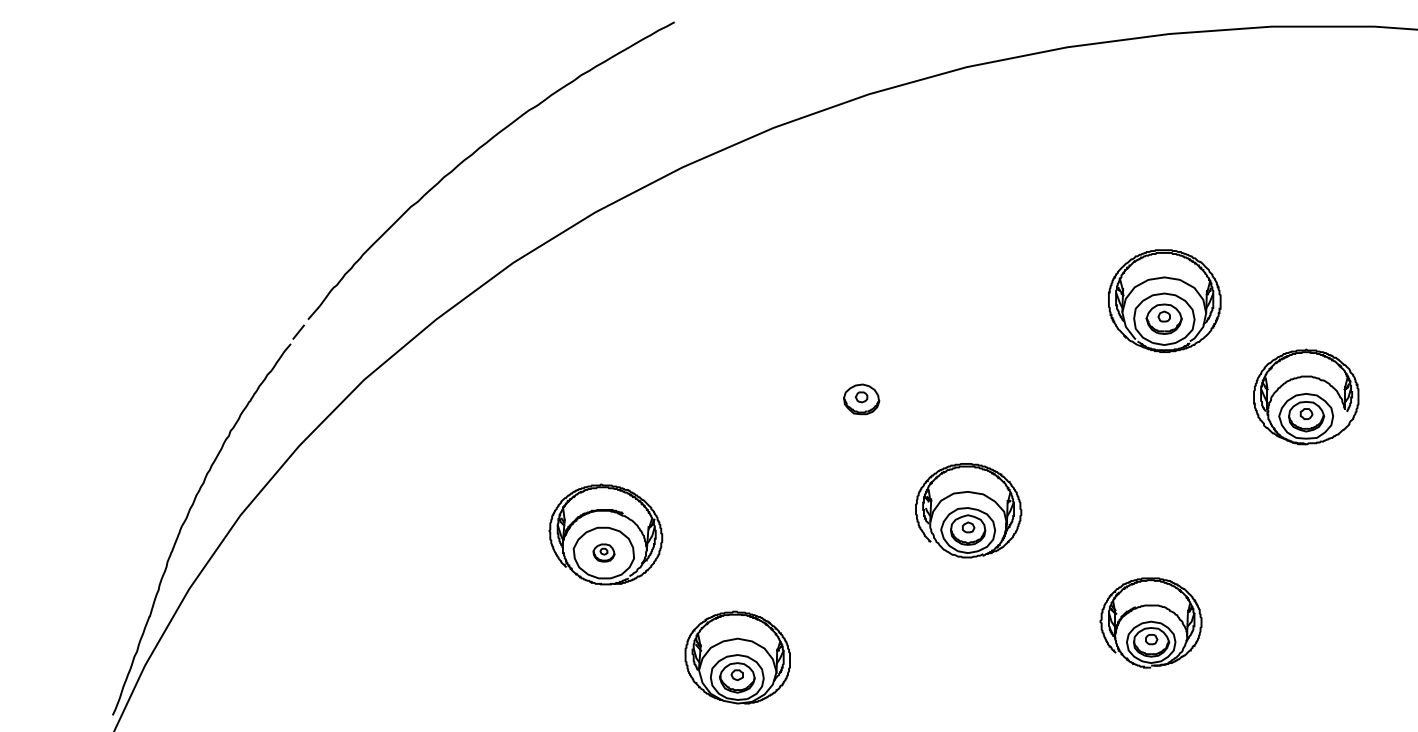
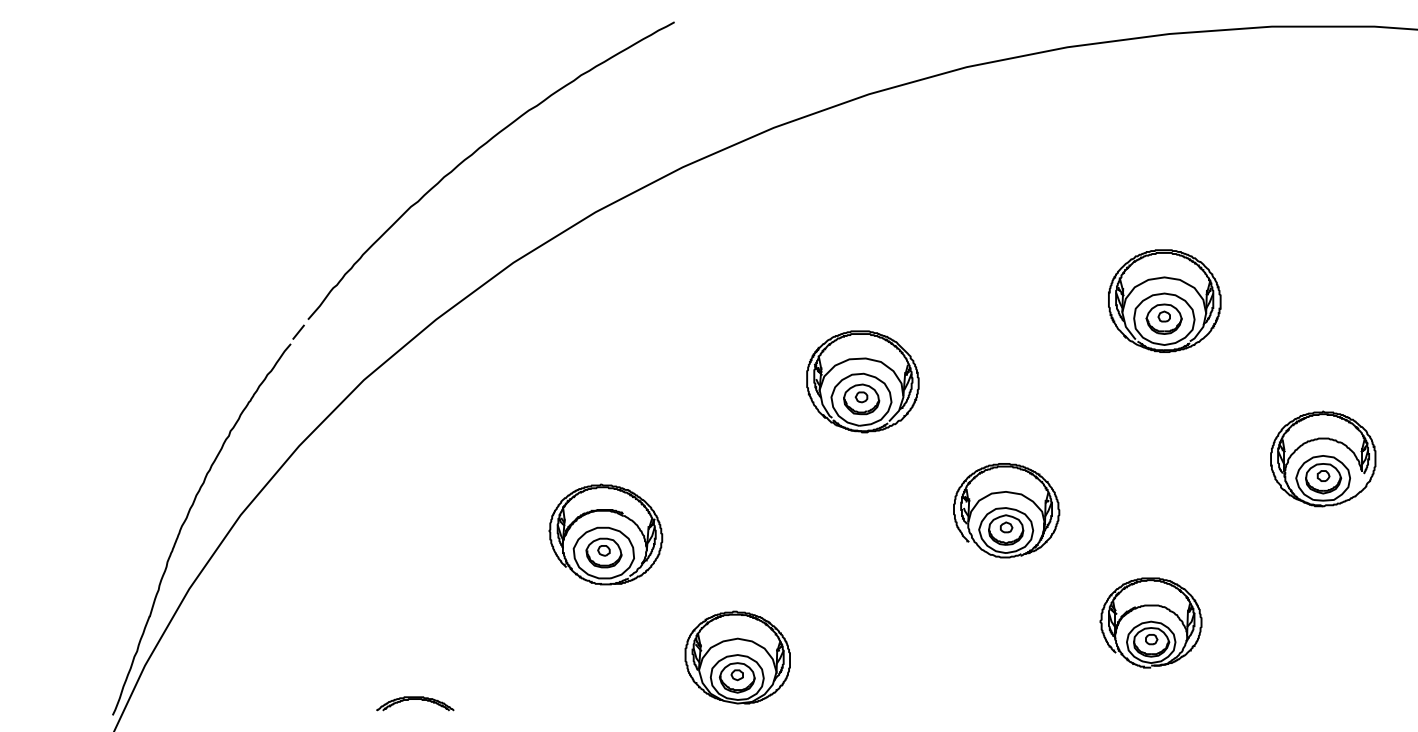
part at (862, 381): none -> present
part at (1306, 396) position: (1306, 396) -> (1323, 458)
part at (968, 510) position: (968, 510) -> (1006, 510)
part at (603, 552) size: 24x20 px -> 38x32 px
part at (415, 703): none -> present
